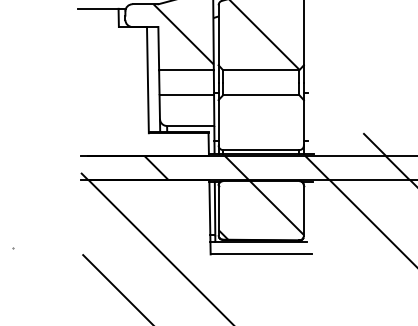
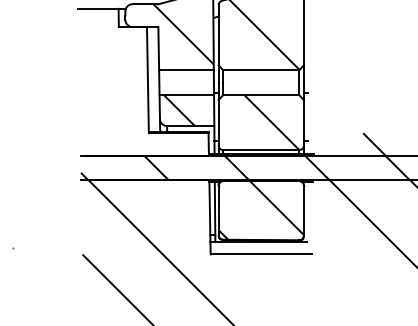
hatch at (179, 110): none -> present
hatch at (271, 122): none -> present
